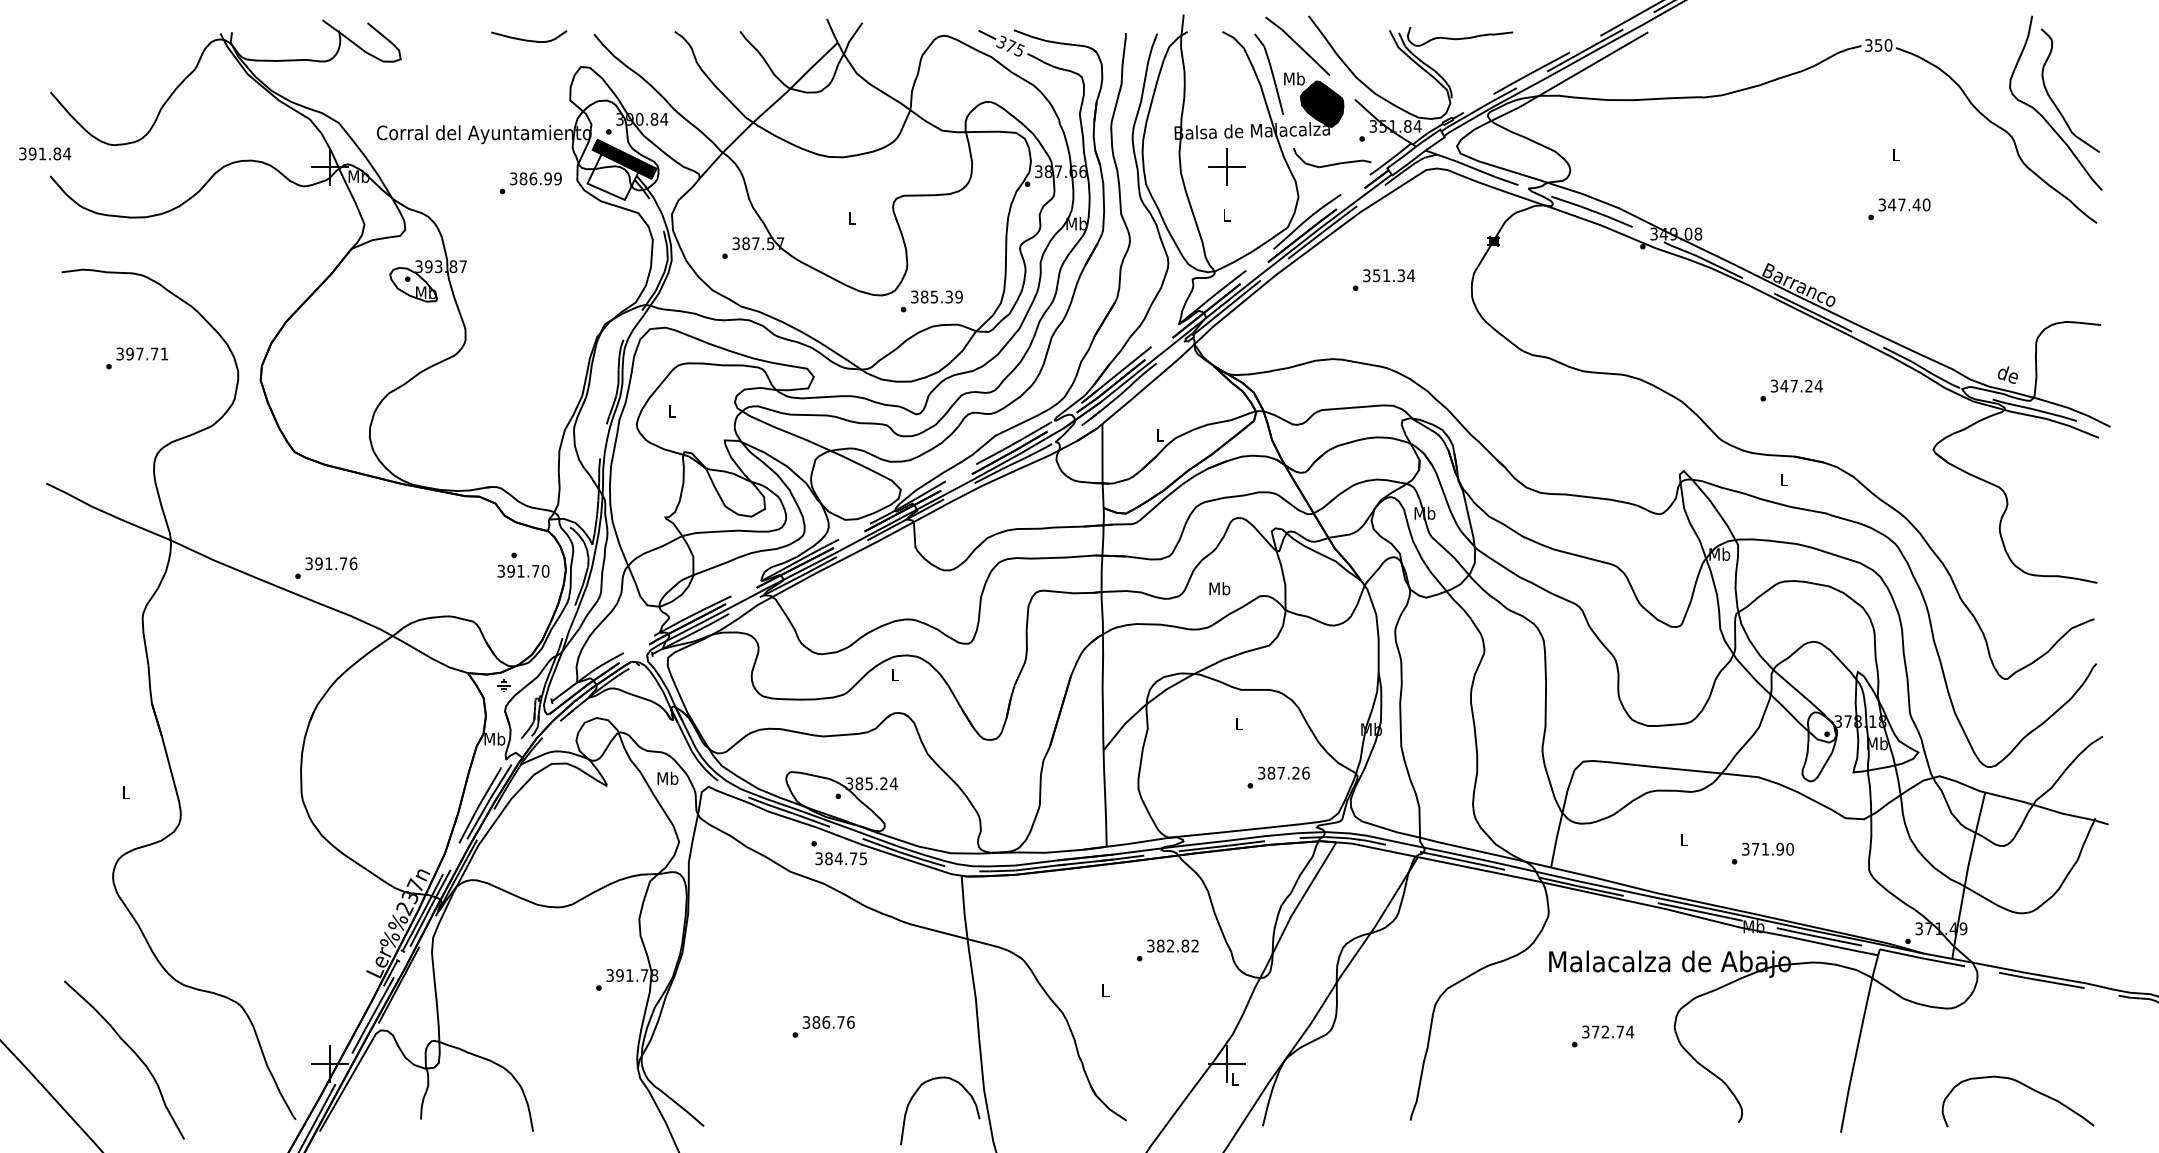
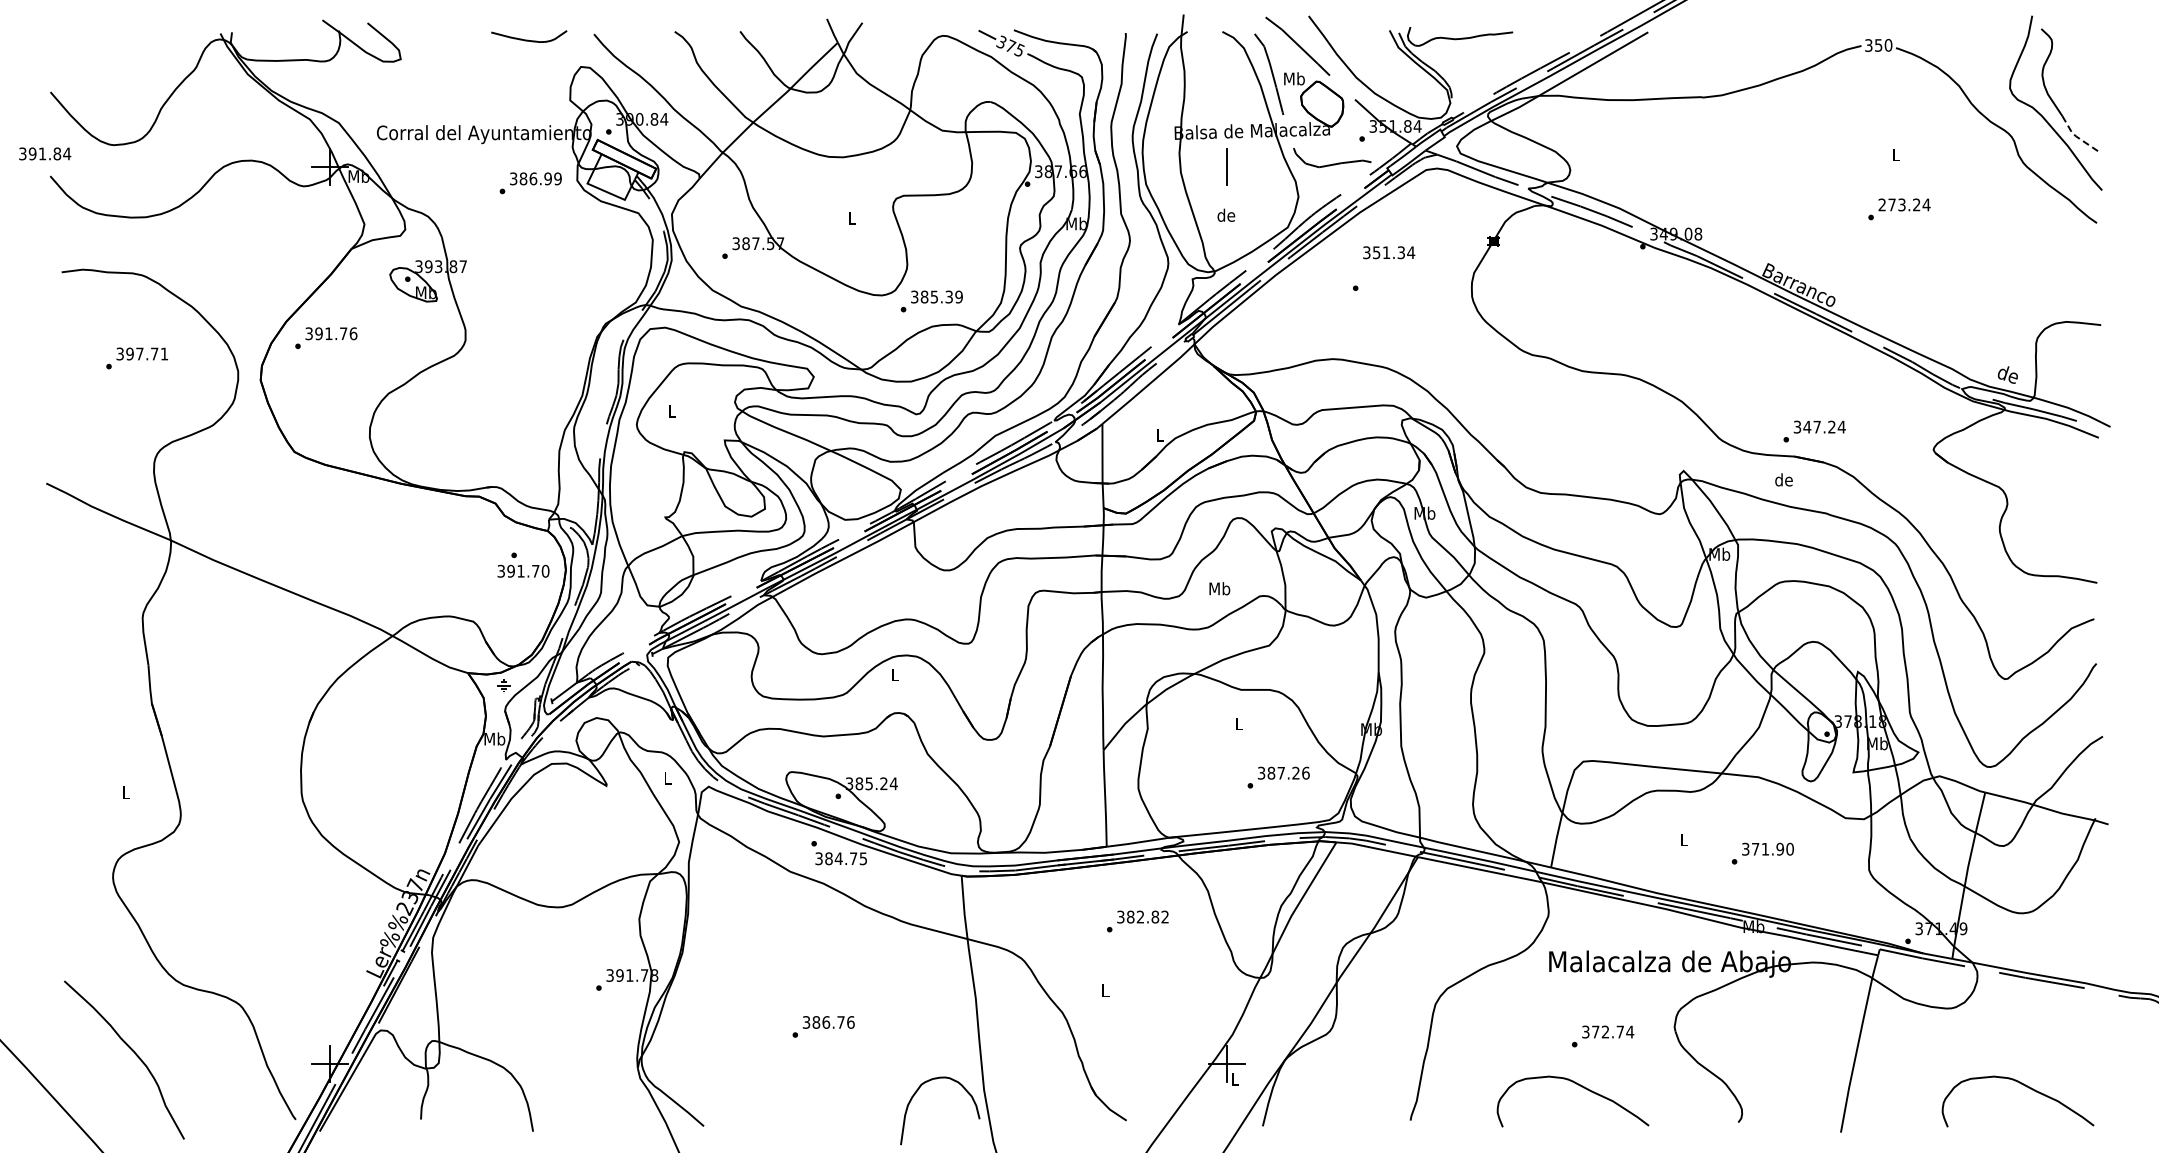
fill at (1322, 103): present -> none
line at (2076, 136): solid -> dashed
fill at (624, 159): present -> none
line at (1226, 167): present -> none
text at (1904, 204): 347.40 -> 273.24
text at (1226, 214): L -> de
text at (1389, 275) position: (1389, 275) -> (1389, 252)
text at (1791, 390) position: (1791, 390) -> (1814, 431)
text at (1783, 479): L -> de
text at (326, 567) position: (326, 567) -> (326, 337)
text at (667, 777): Mb -> L
text at (1167, 950) position: (1167, 950) -> (1137, 921)
curve at (1581, 1087): none -> present
